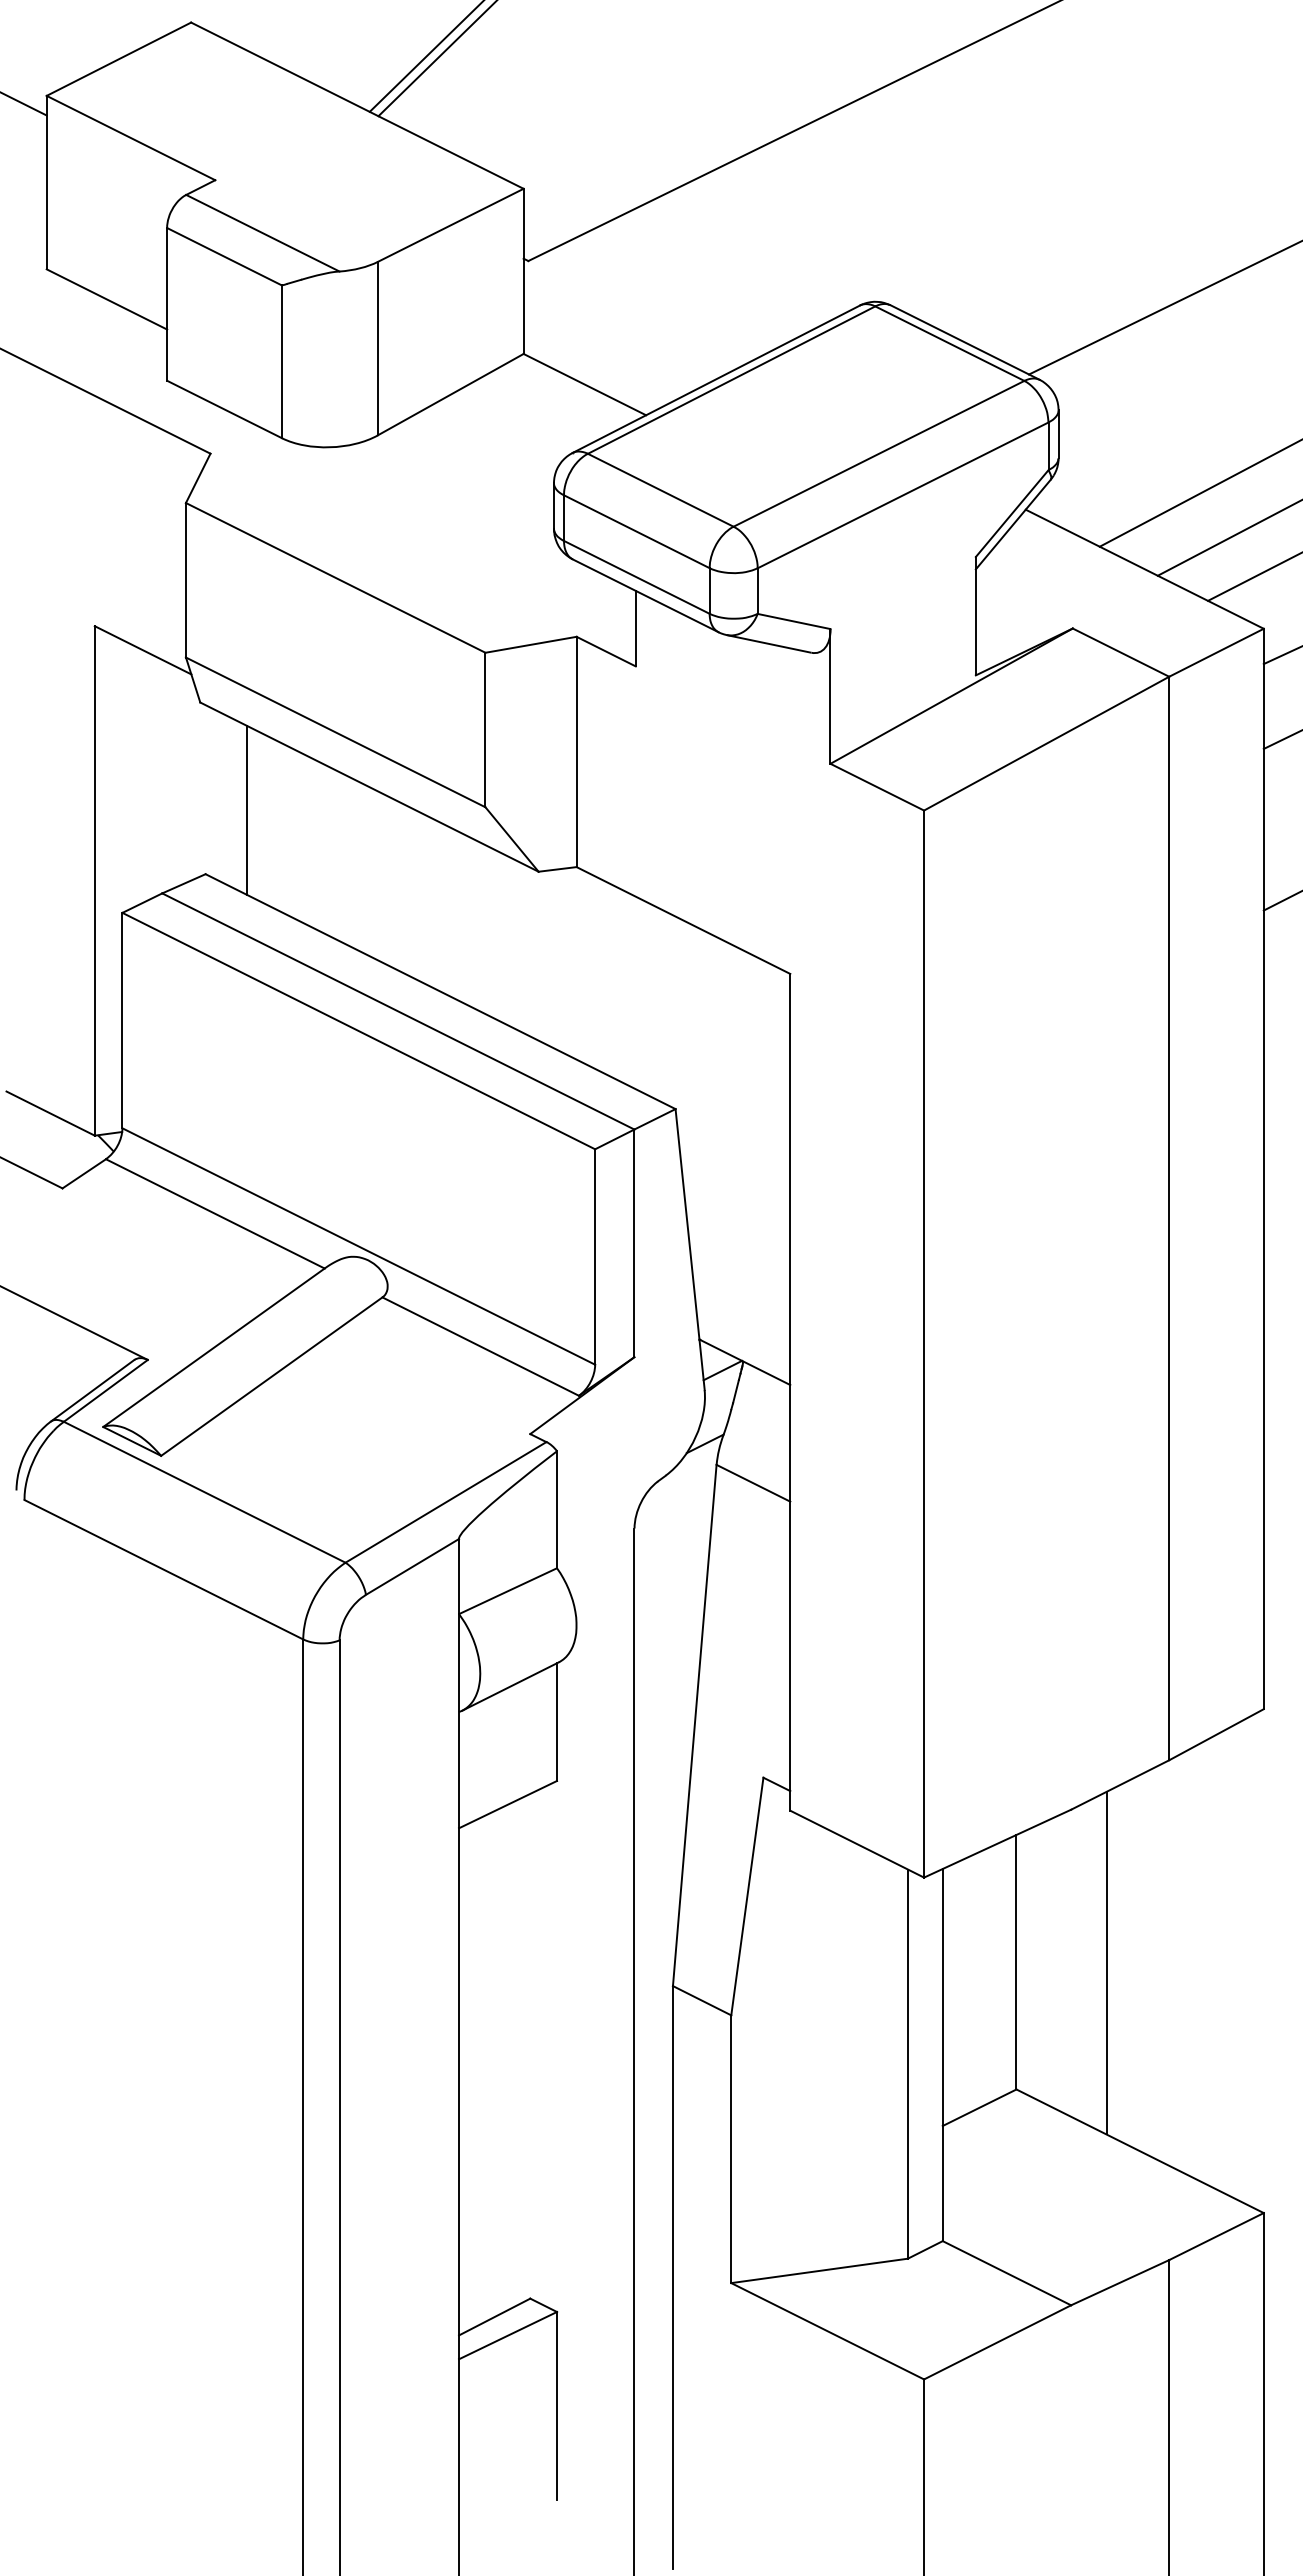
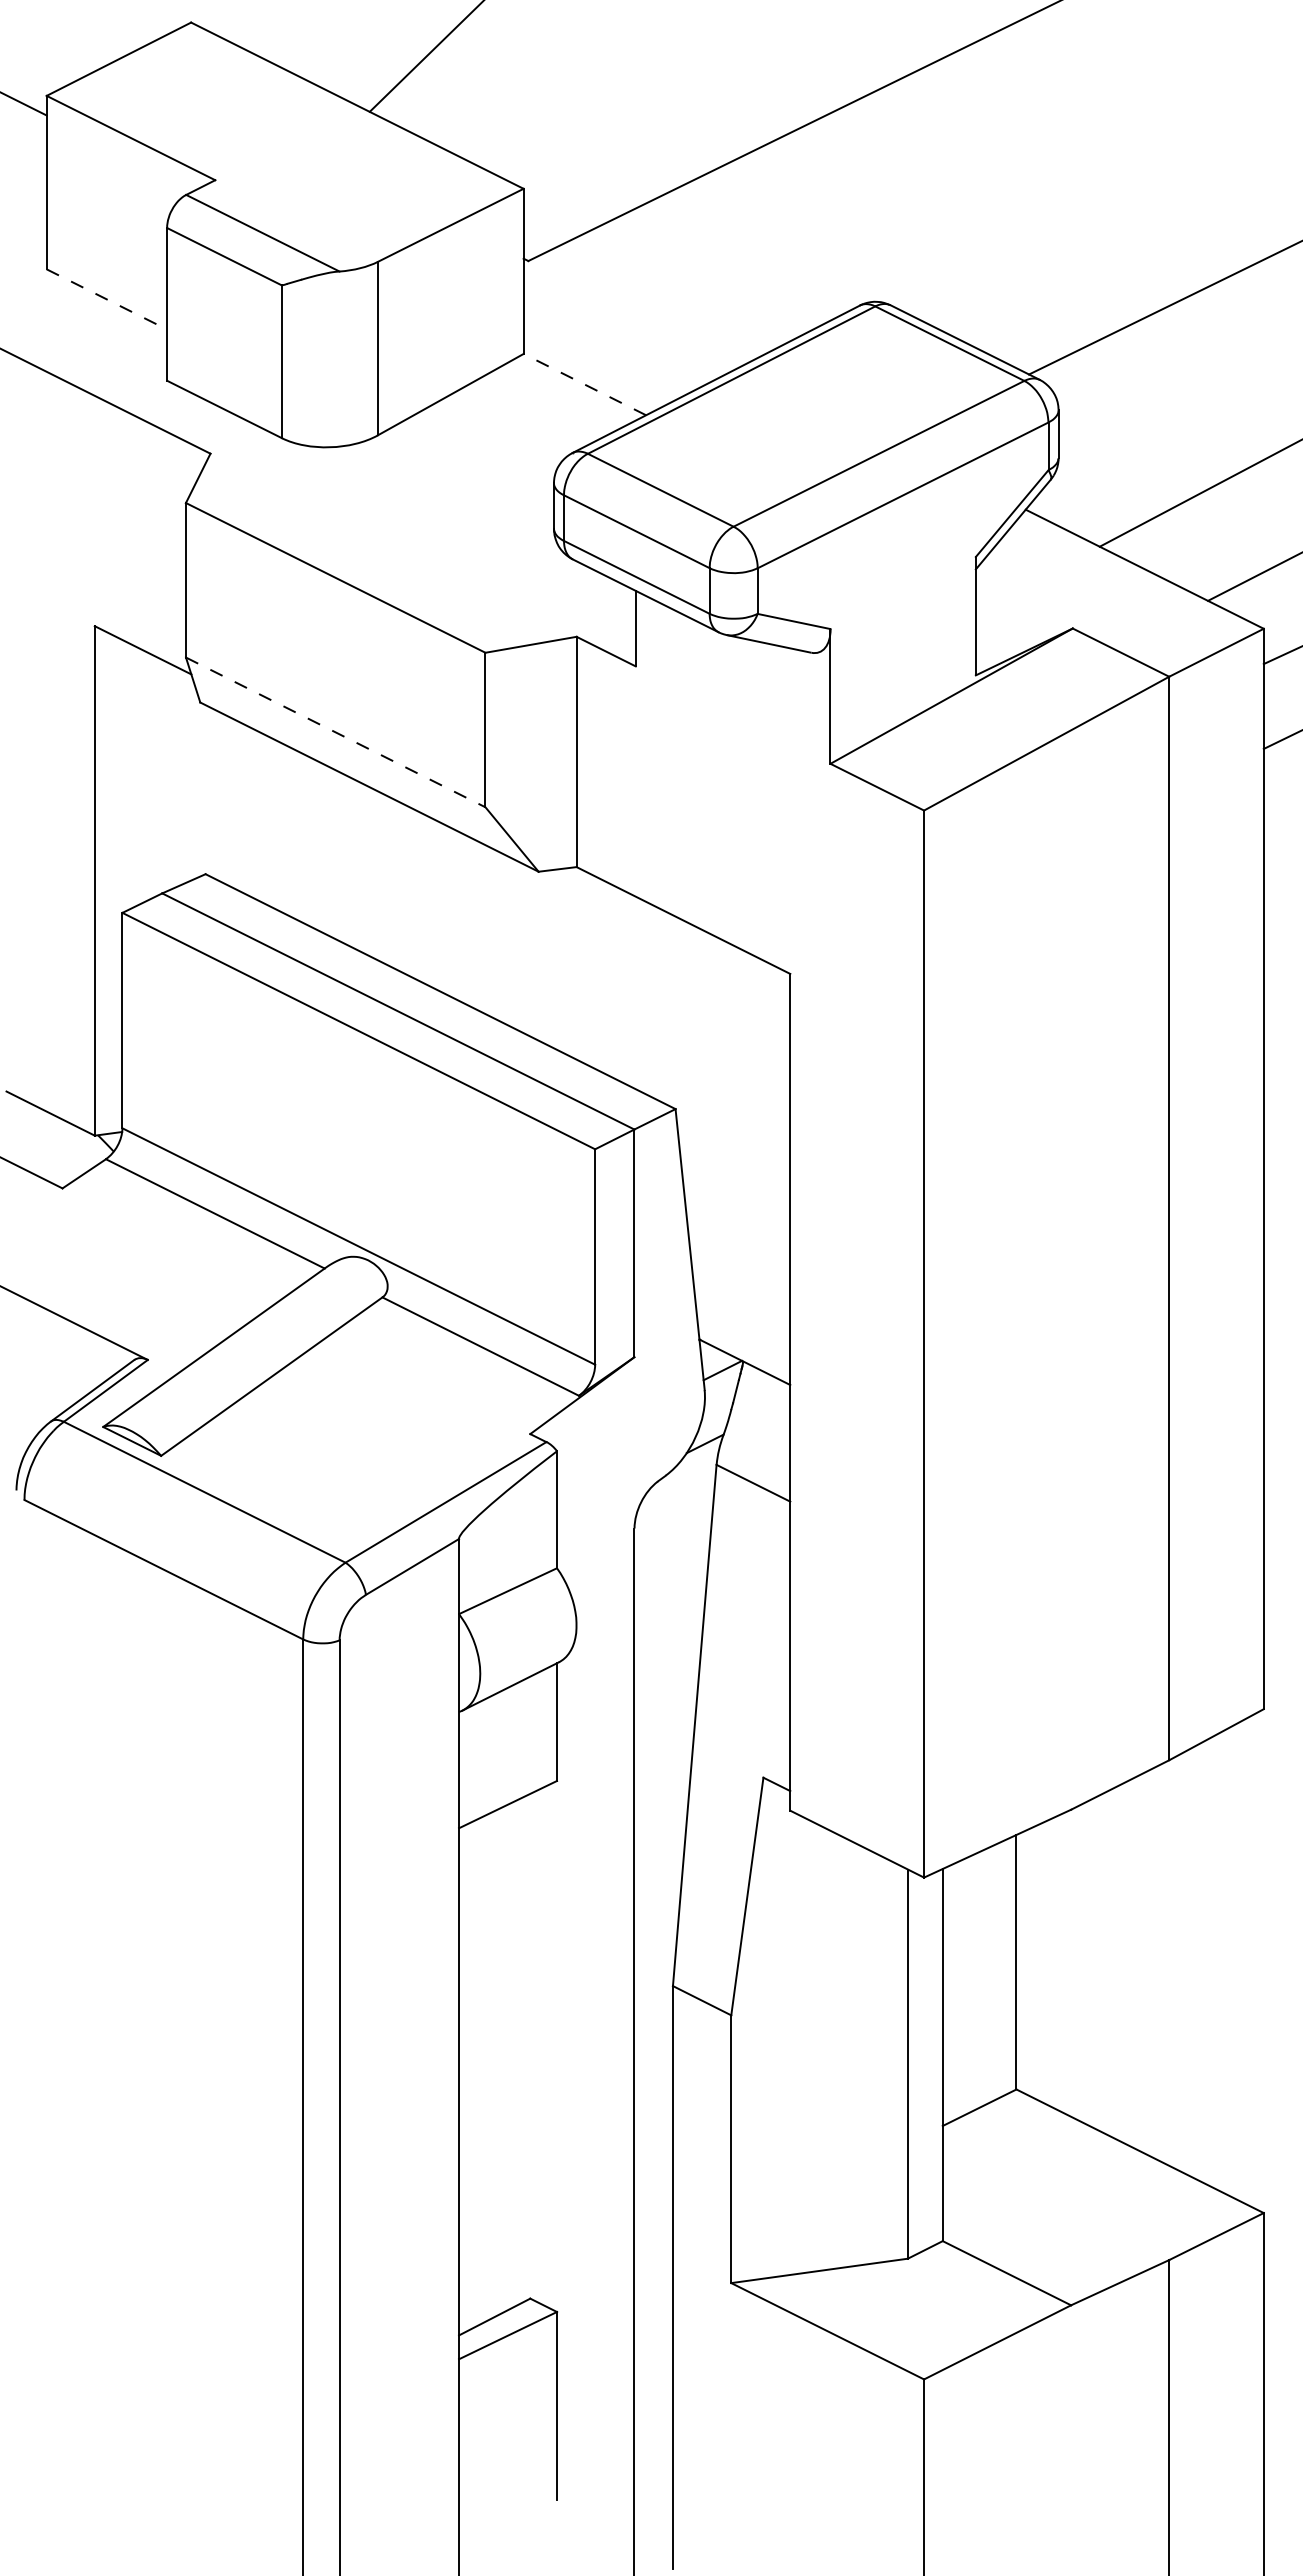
line at (436, 59): present -> none
line at (107, 299): solid -> dashed
line at (584, 384): solid -> dashed
line at (1228, 538): present -> none
line at (336, 732): solid -> dashed
line at (246, 809): present -> none
line at (1281, 901): present -> none
line at (1106, 1962): present -> none
